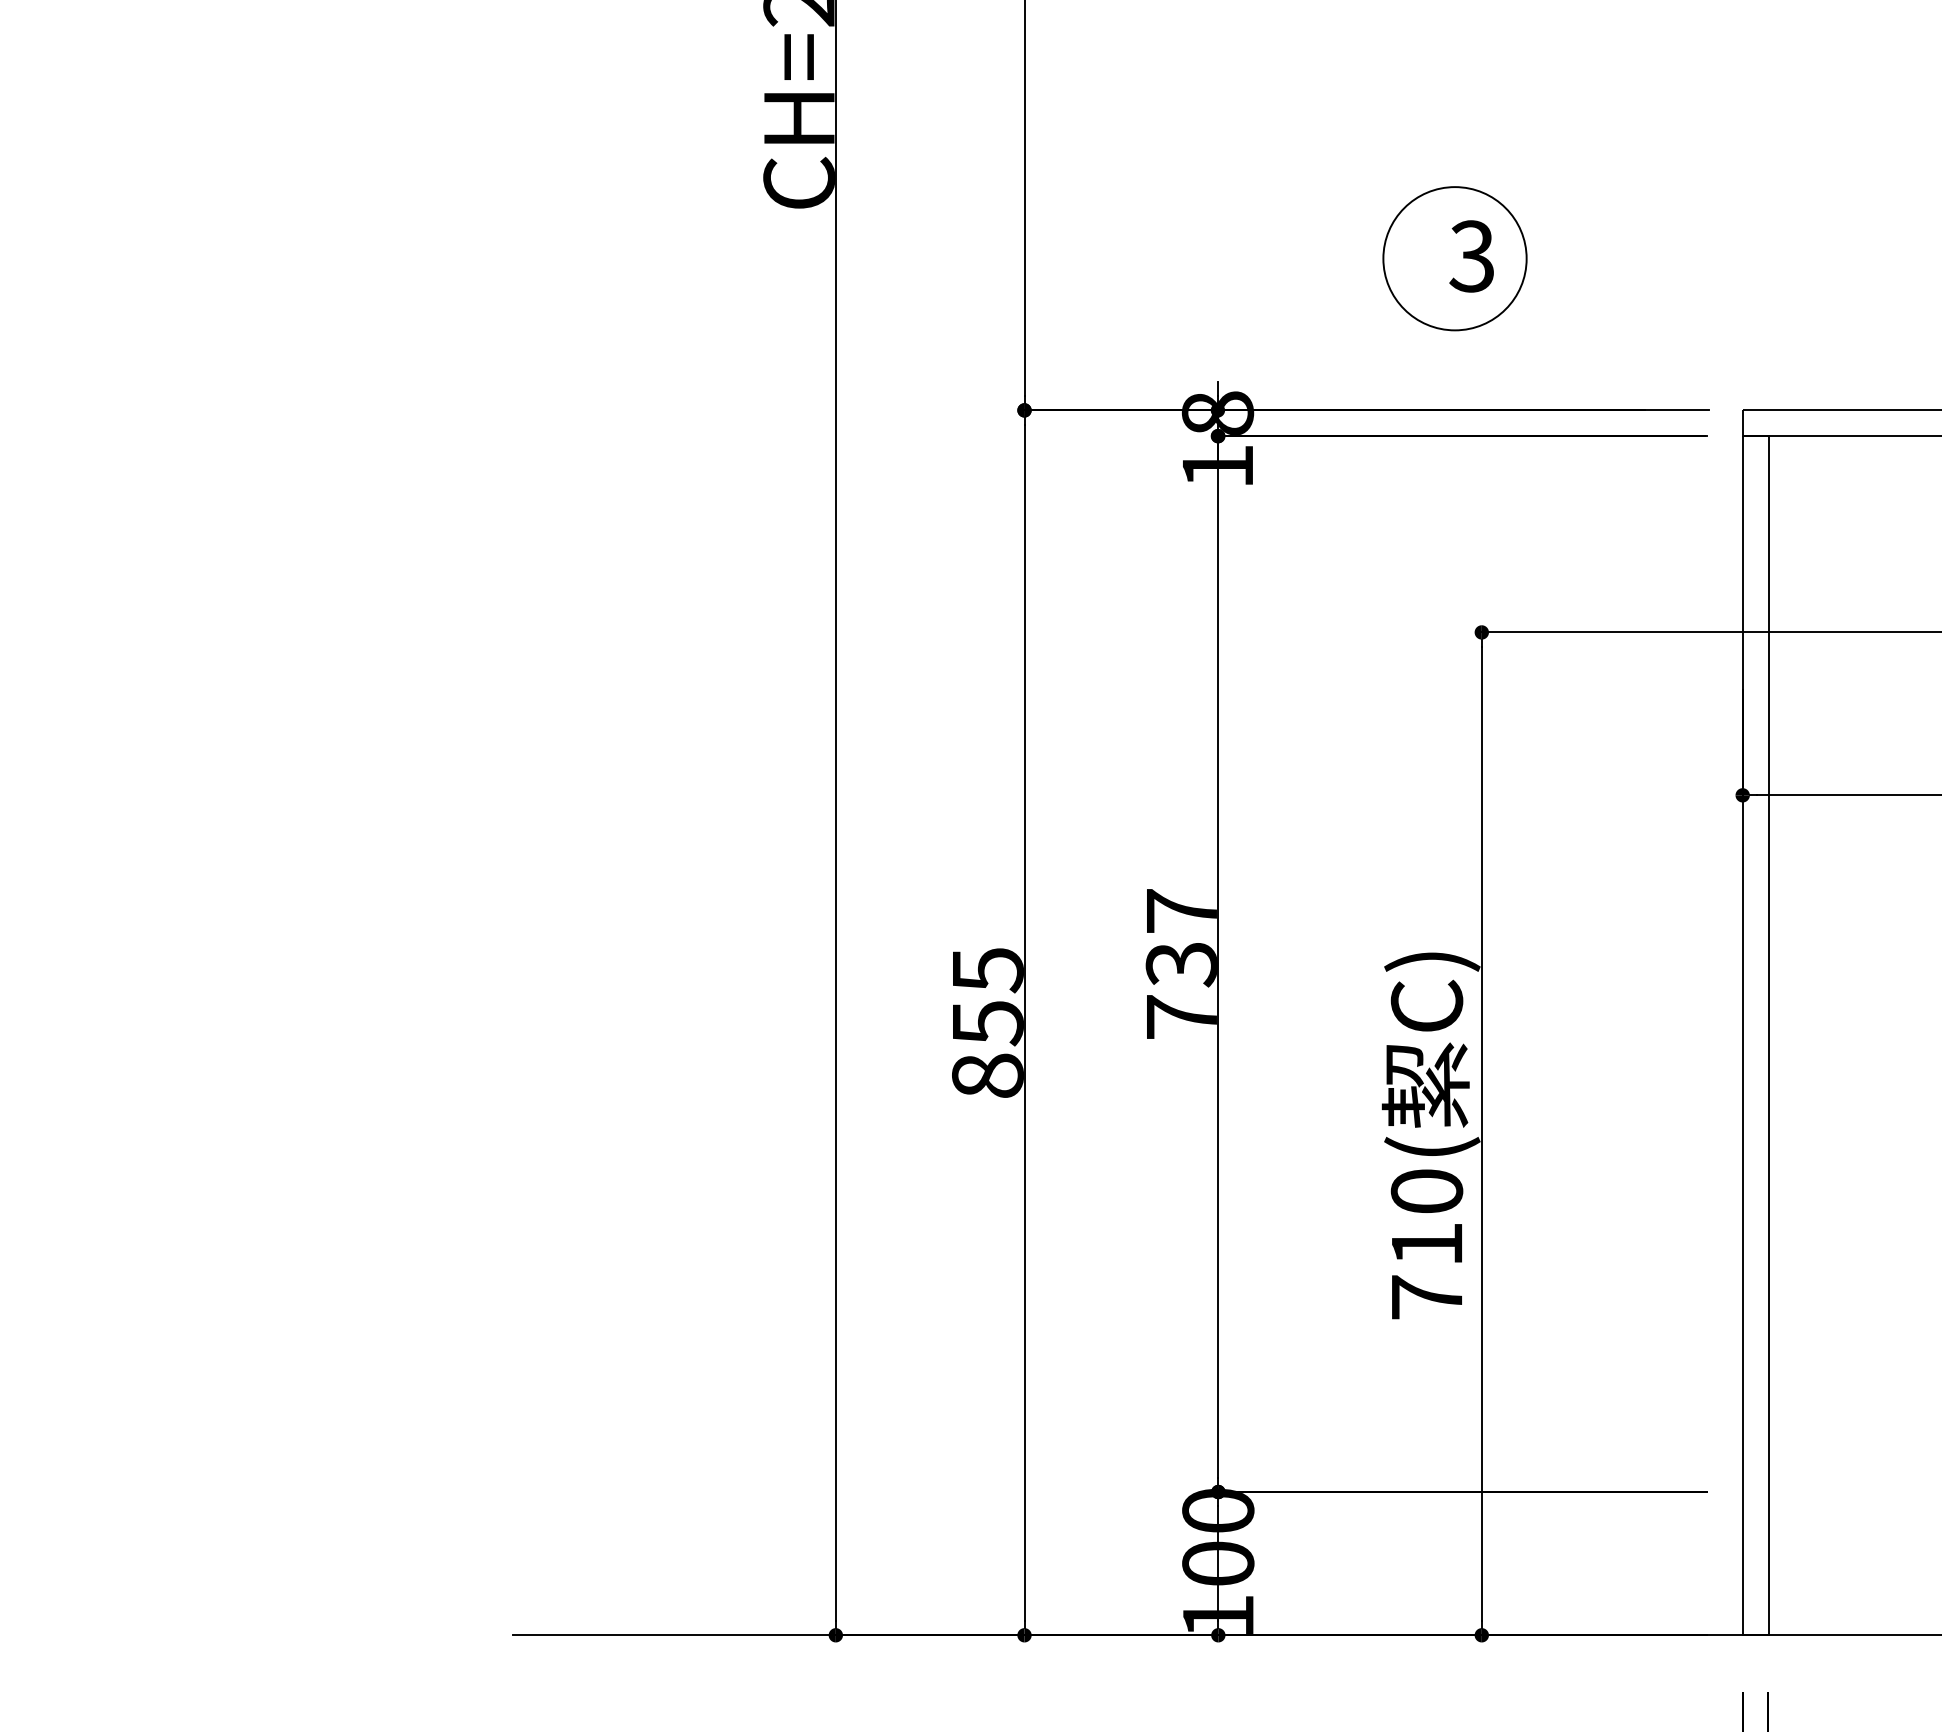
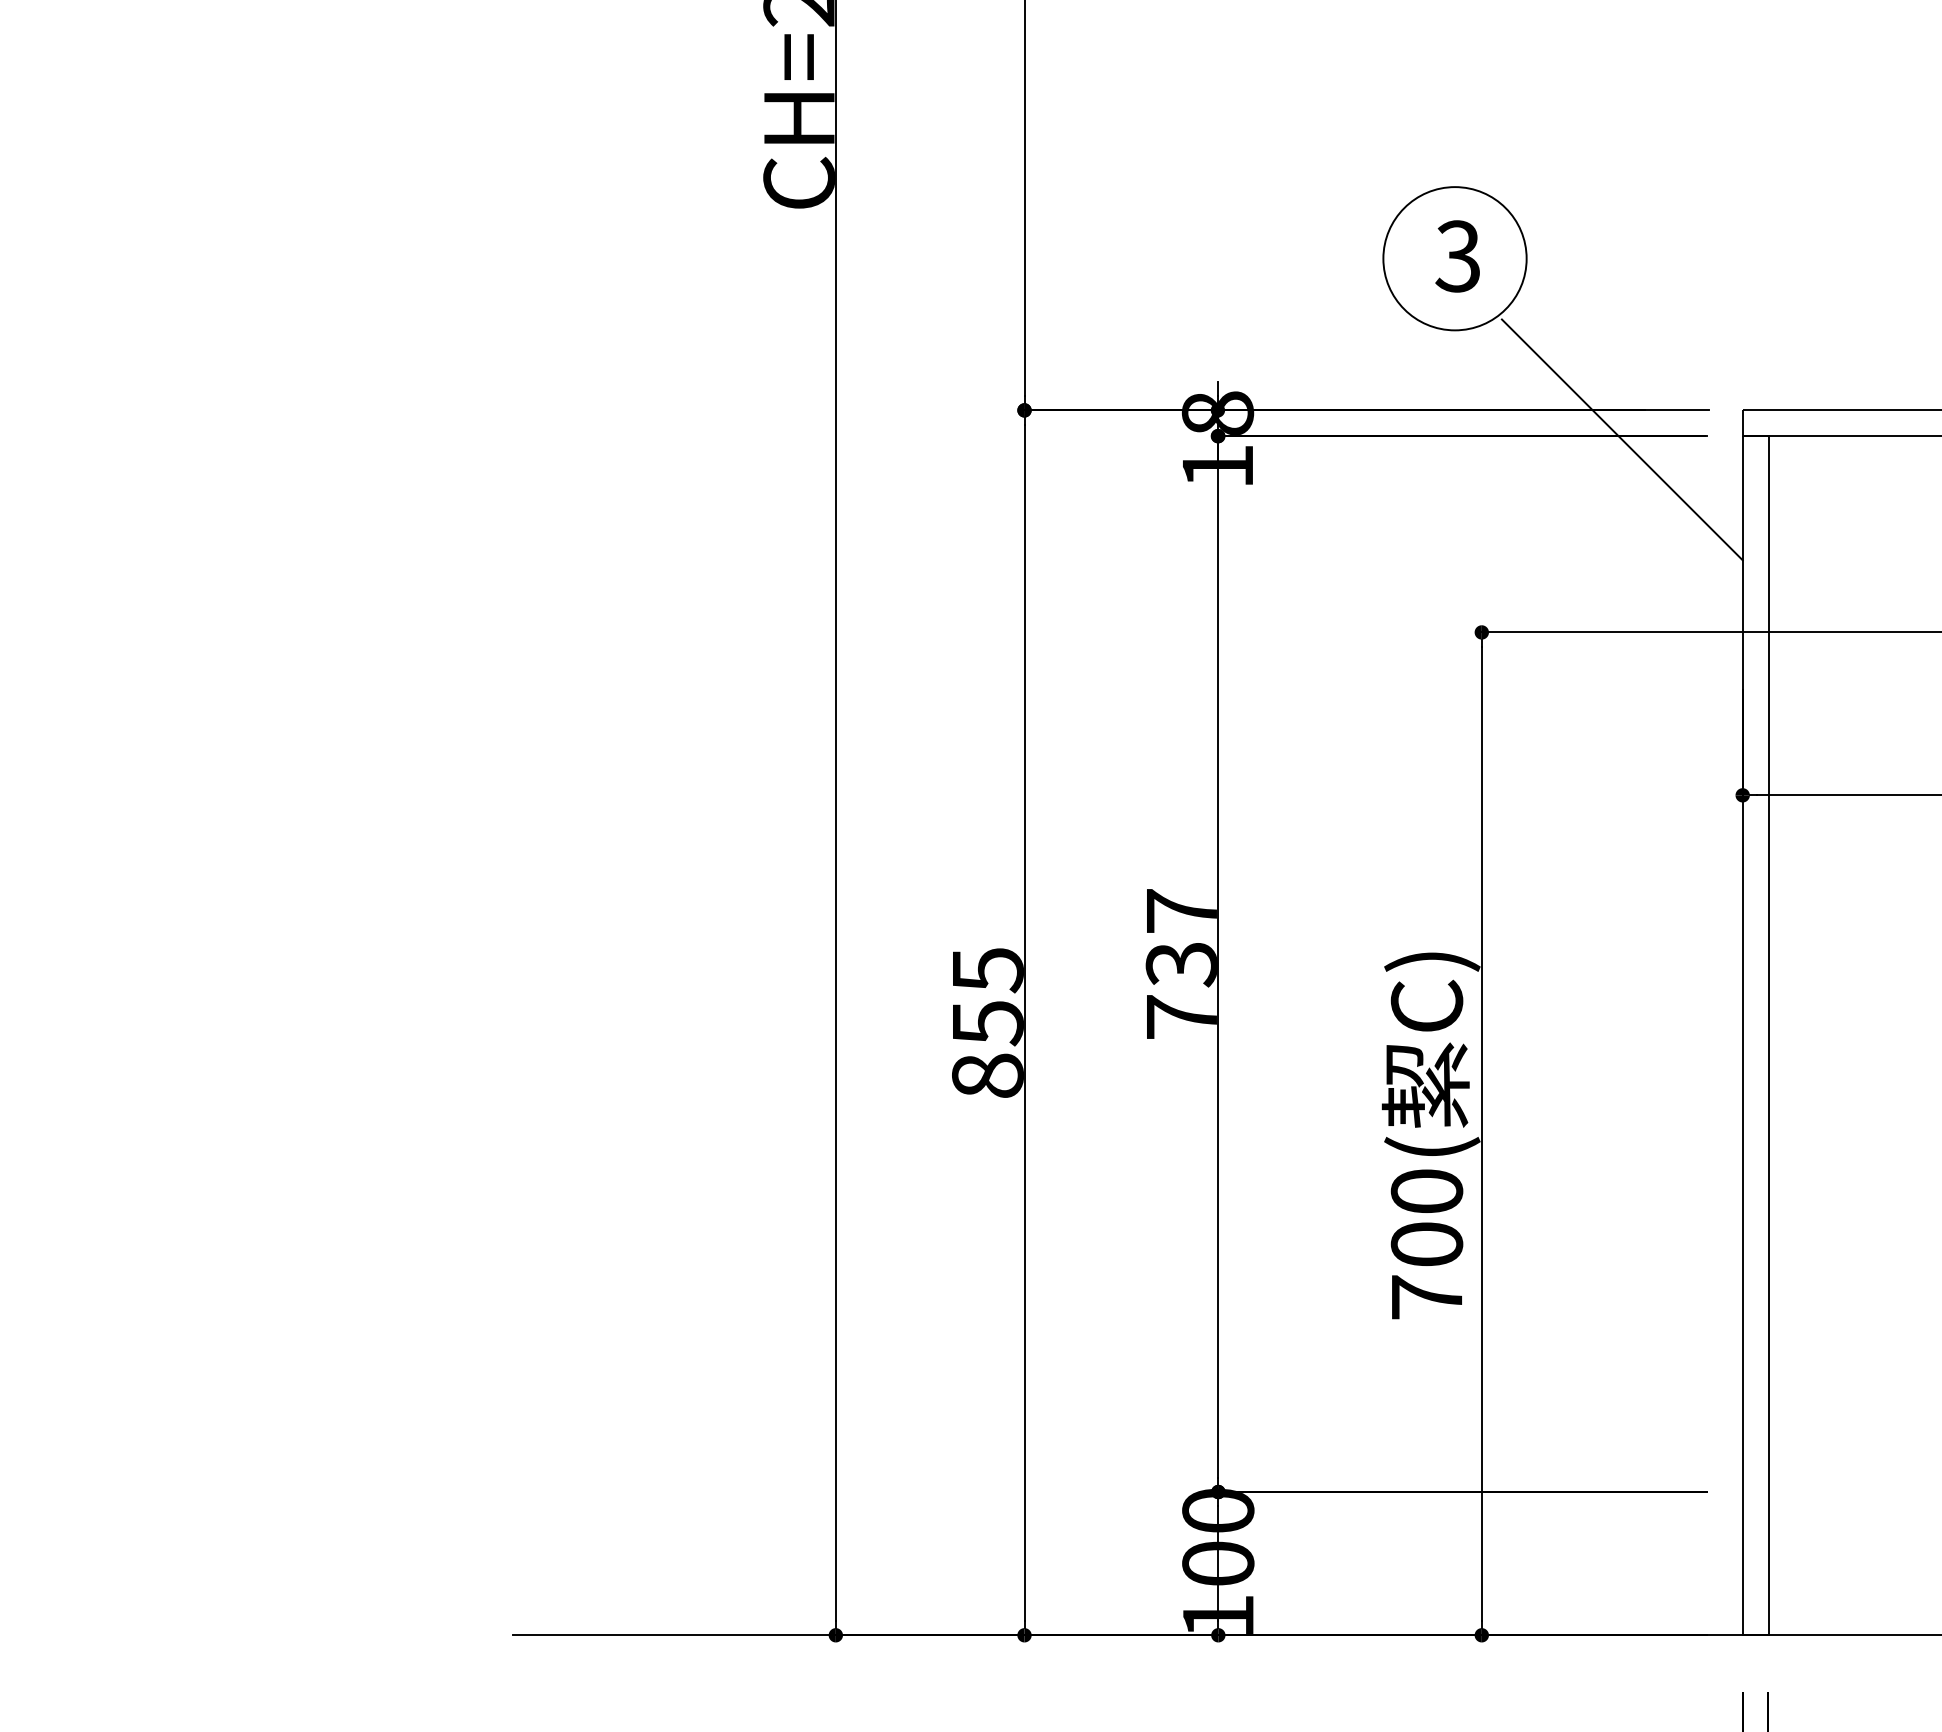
text at (1471, 256) position: (1471, 256) -> (1457, 256)
line at (1621, 439): none -> present
text at (1426, 1244): 710( -> 700(
